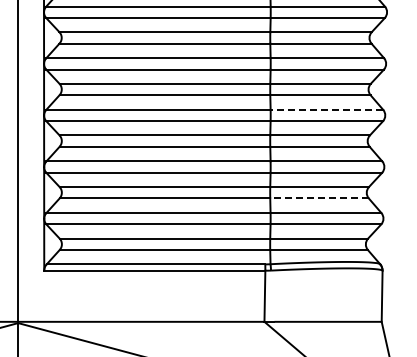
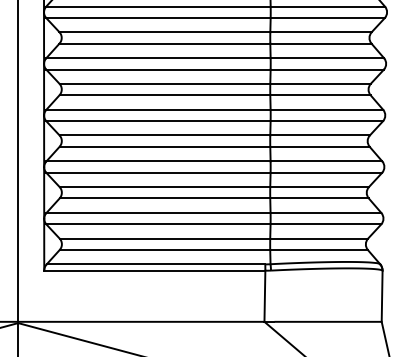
line at (326, 109): dashed -> solid
line at (319, 198): dashed -> solid
